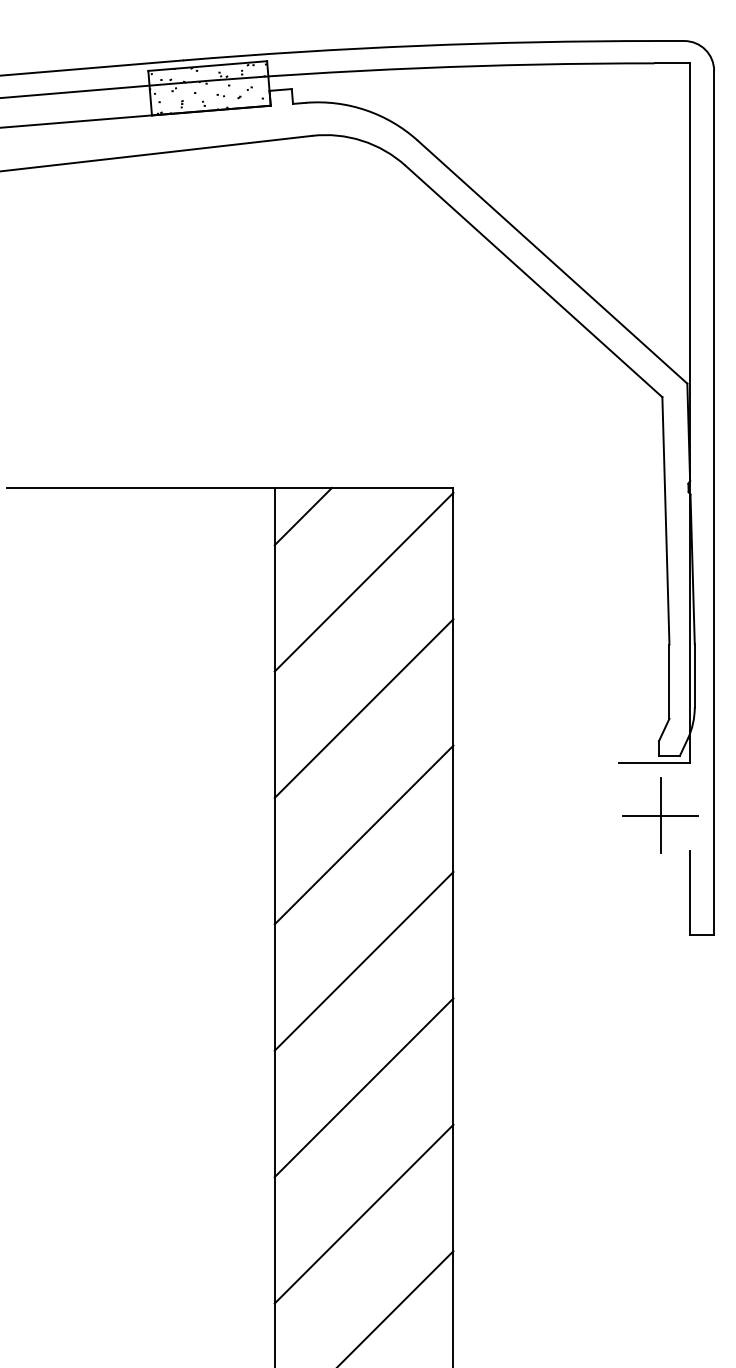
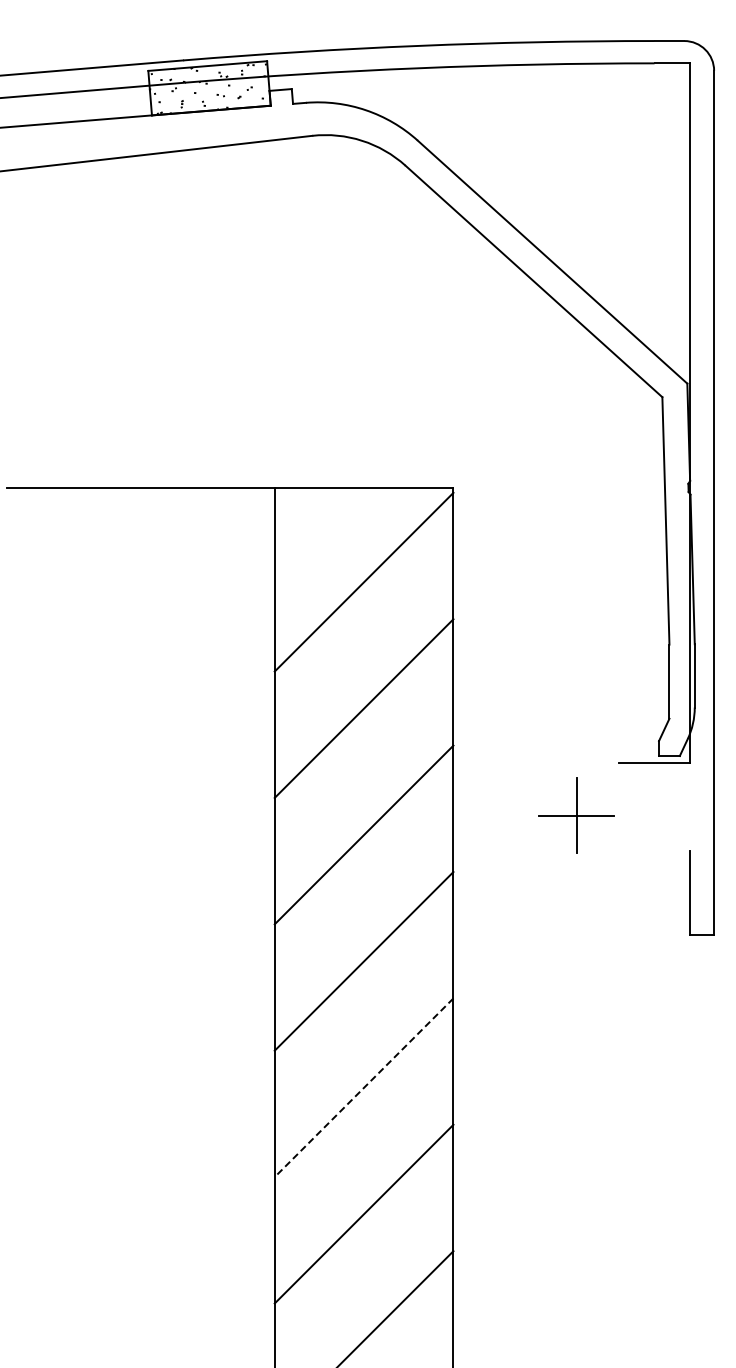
line at (303, 516): present -> none
part at (660, 815) position: (660, 815) -> (576, 815)
line at (363, 1088): solid -> dashed
